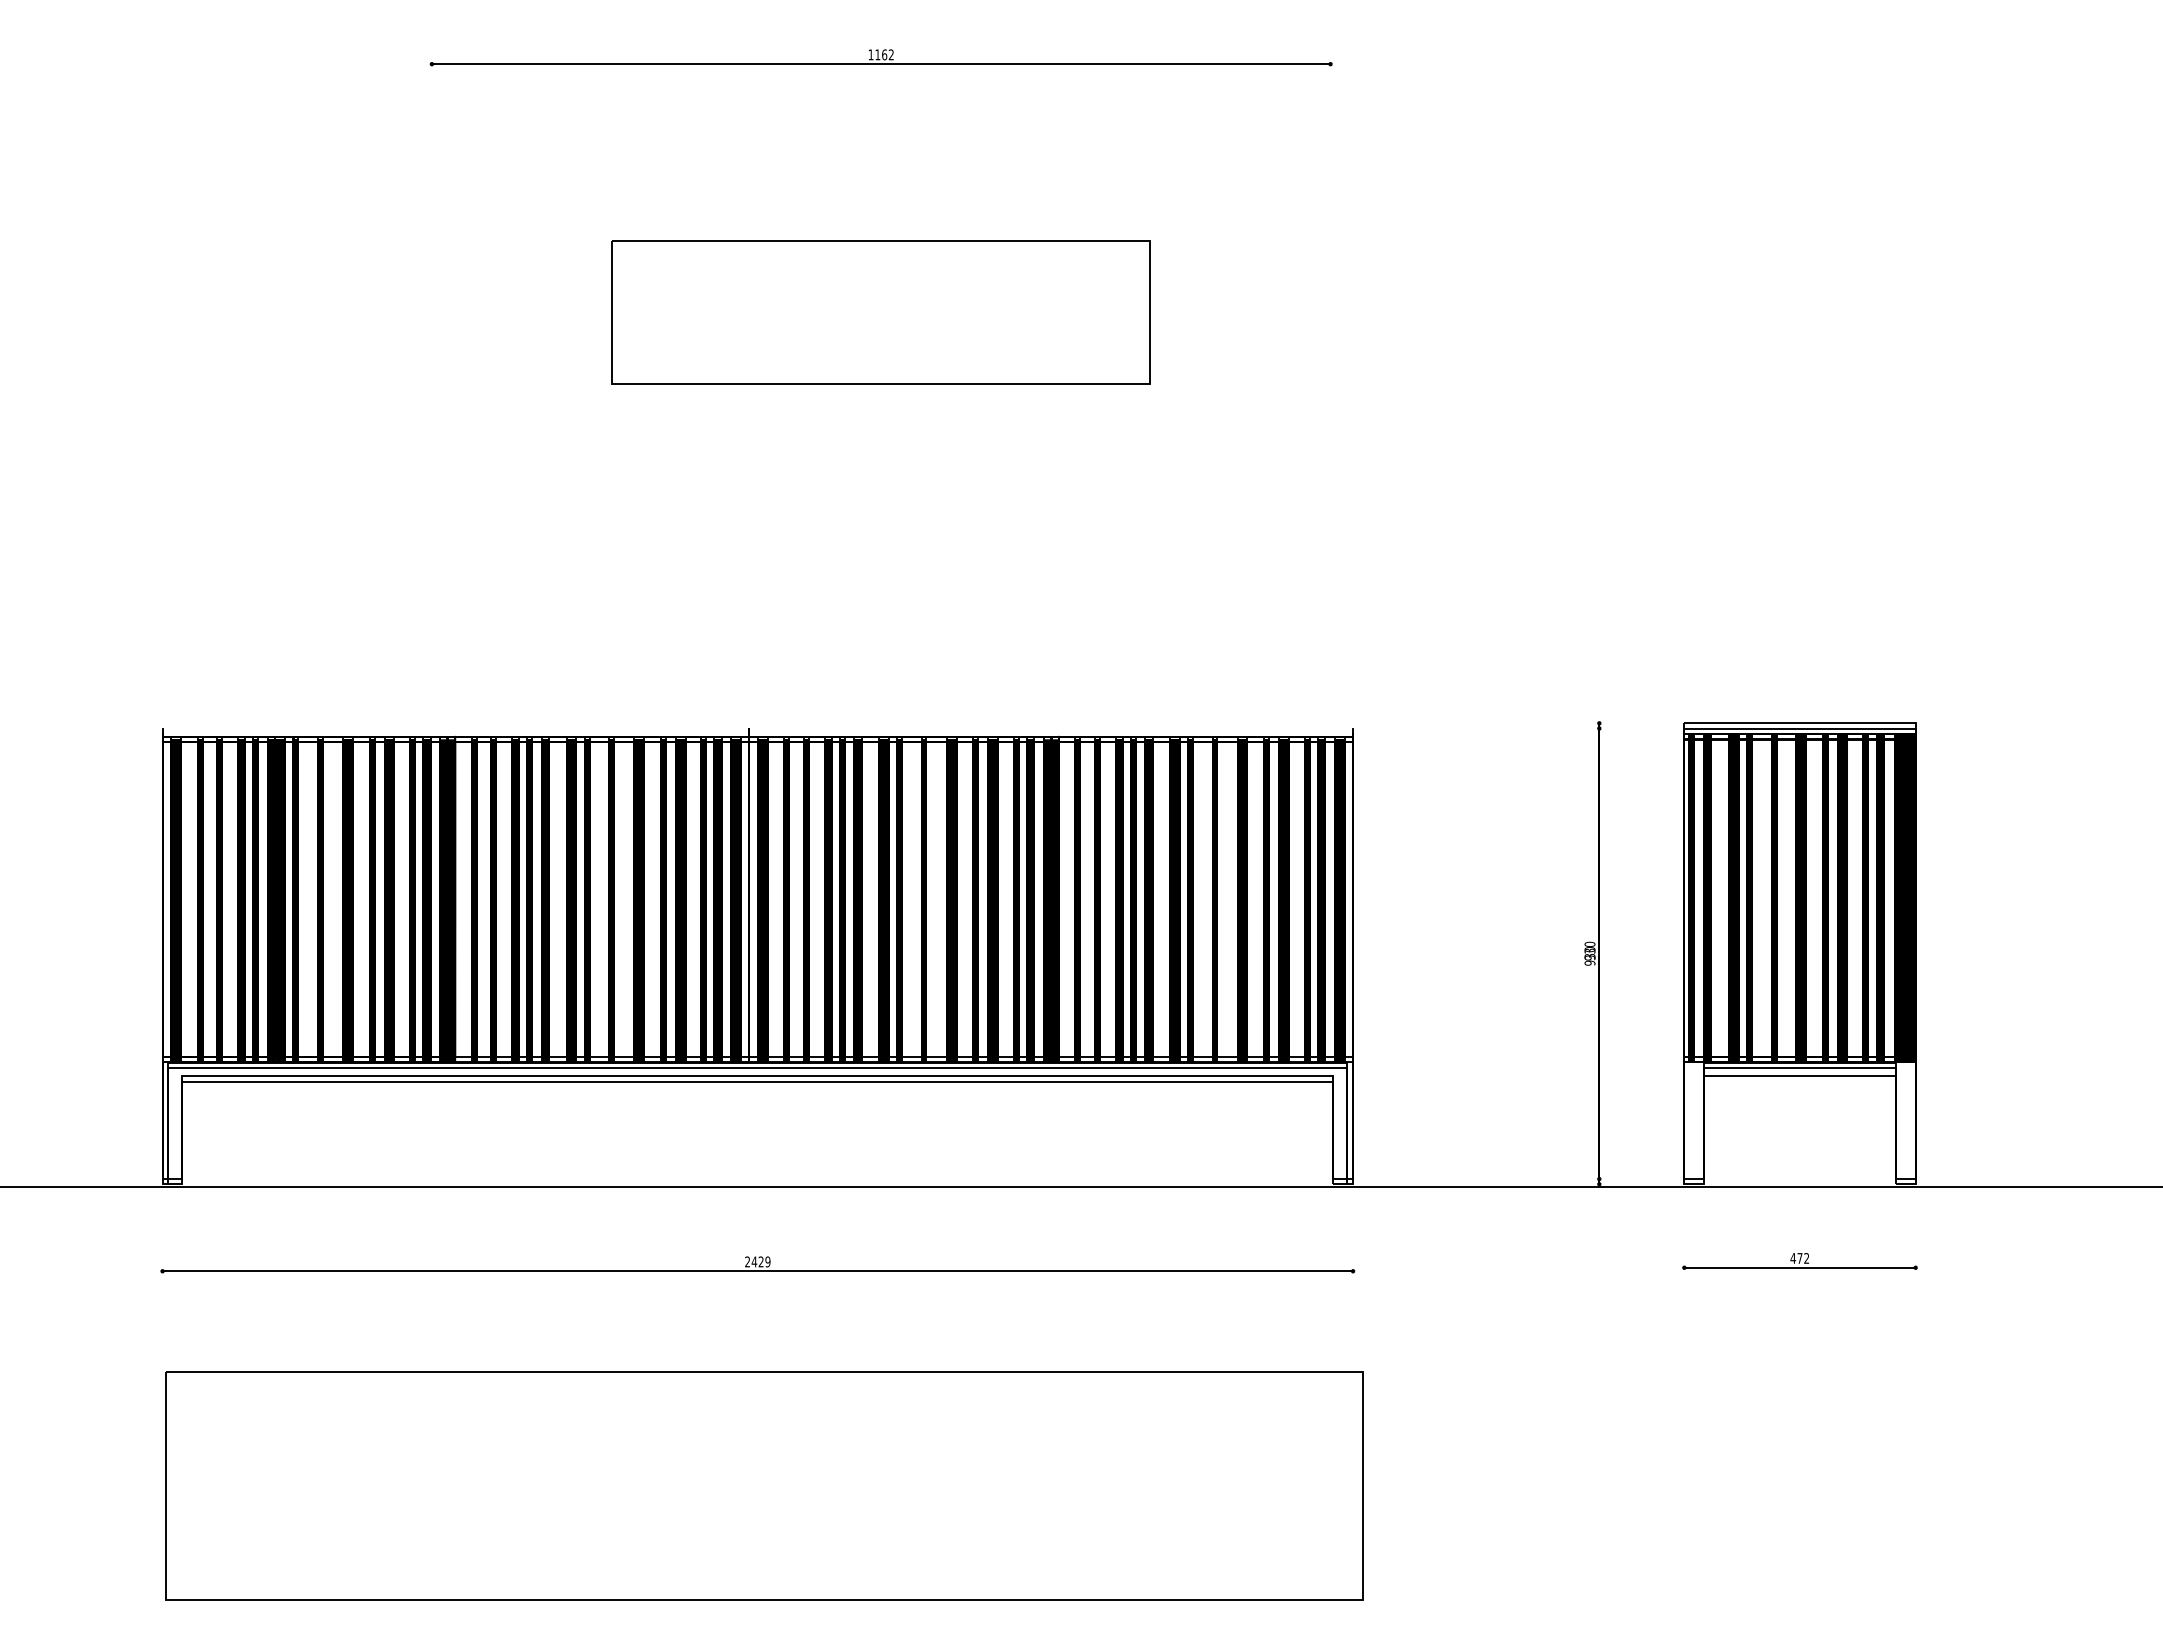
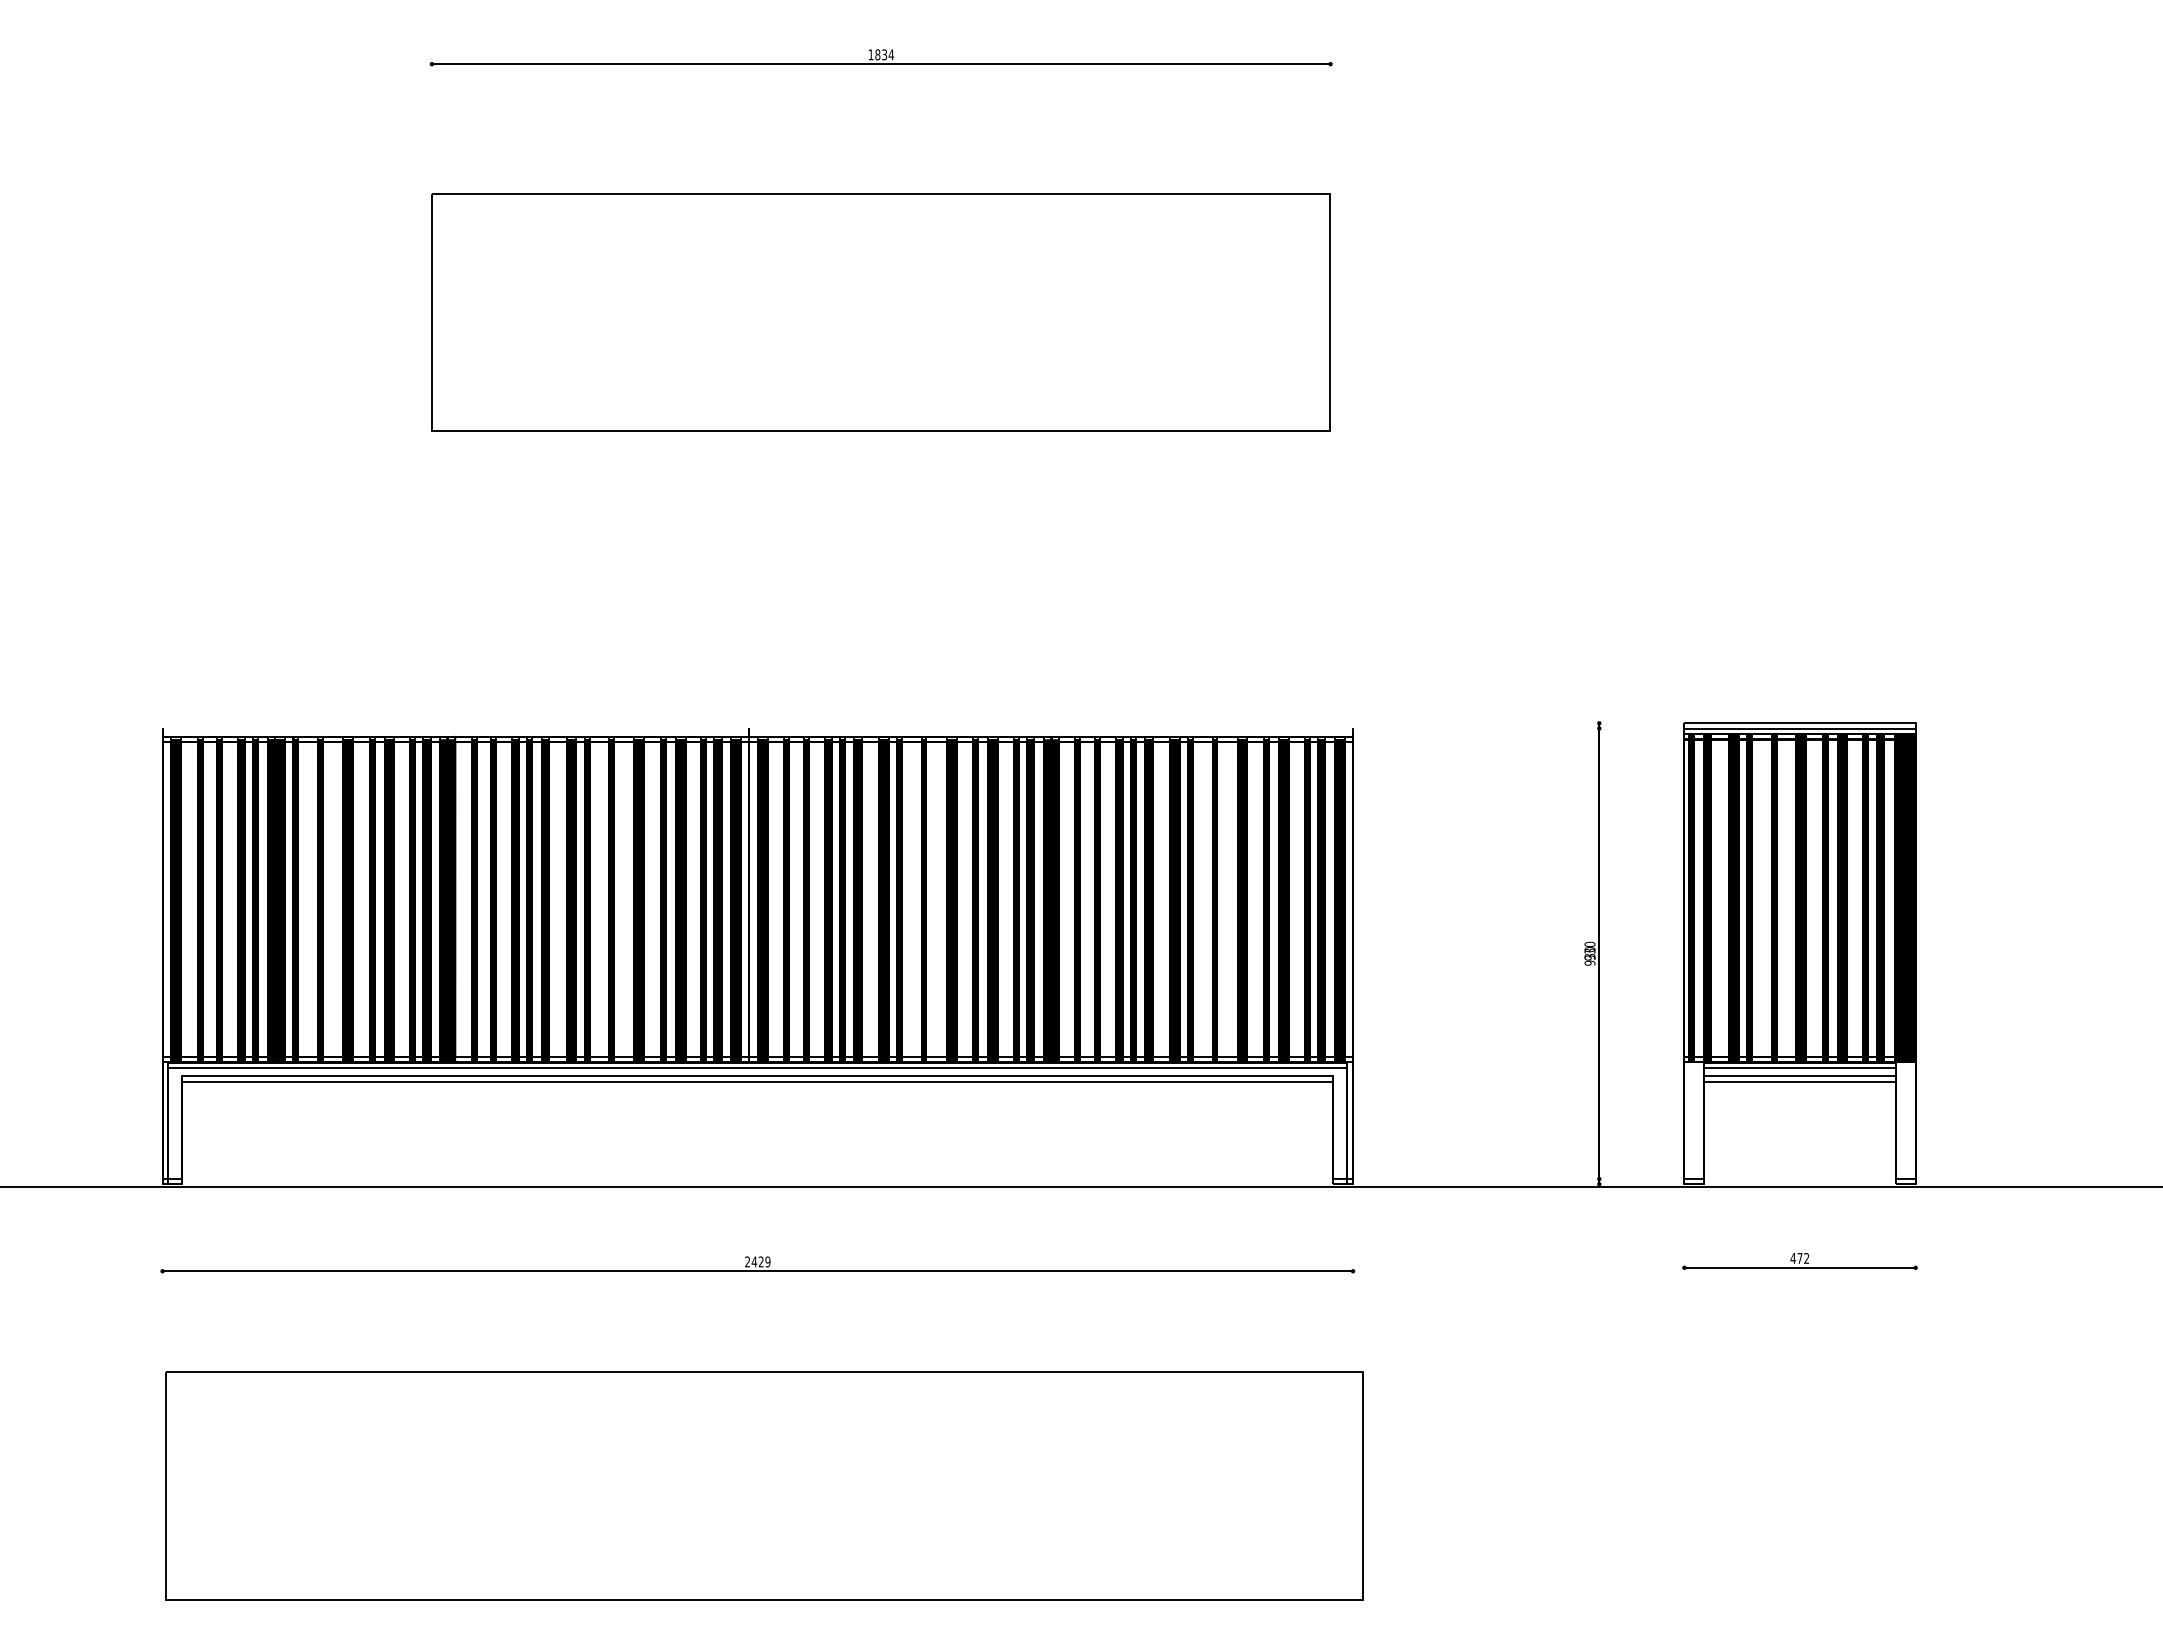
text at (884, 54): 1162 -> 1834
part at (880, 312) size: 540x145 px -> 900x239 px
line at (1799, 1081): none -> present
